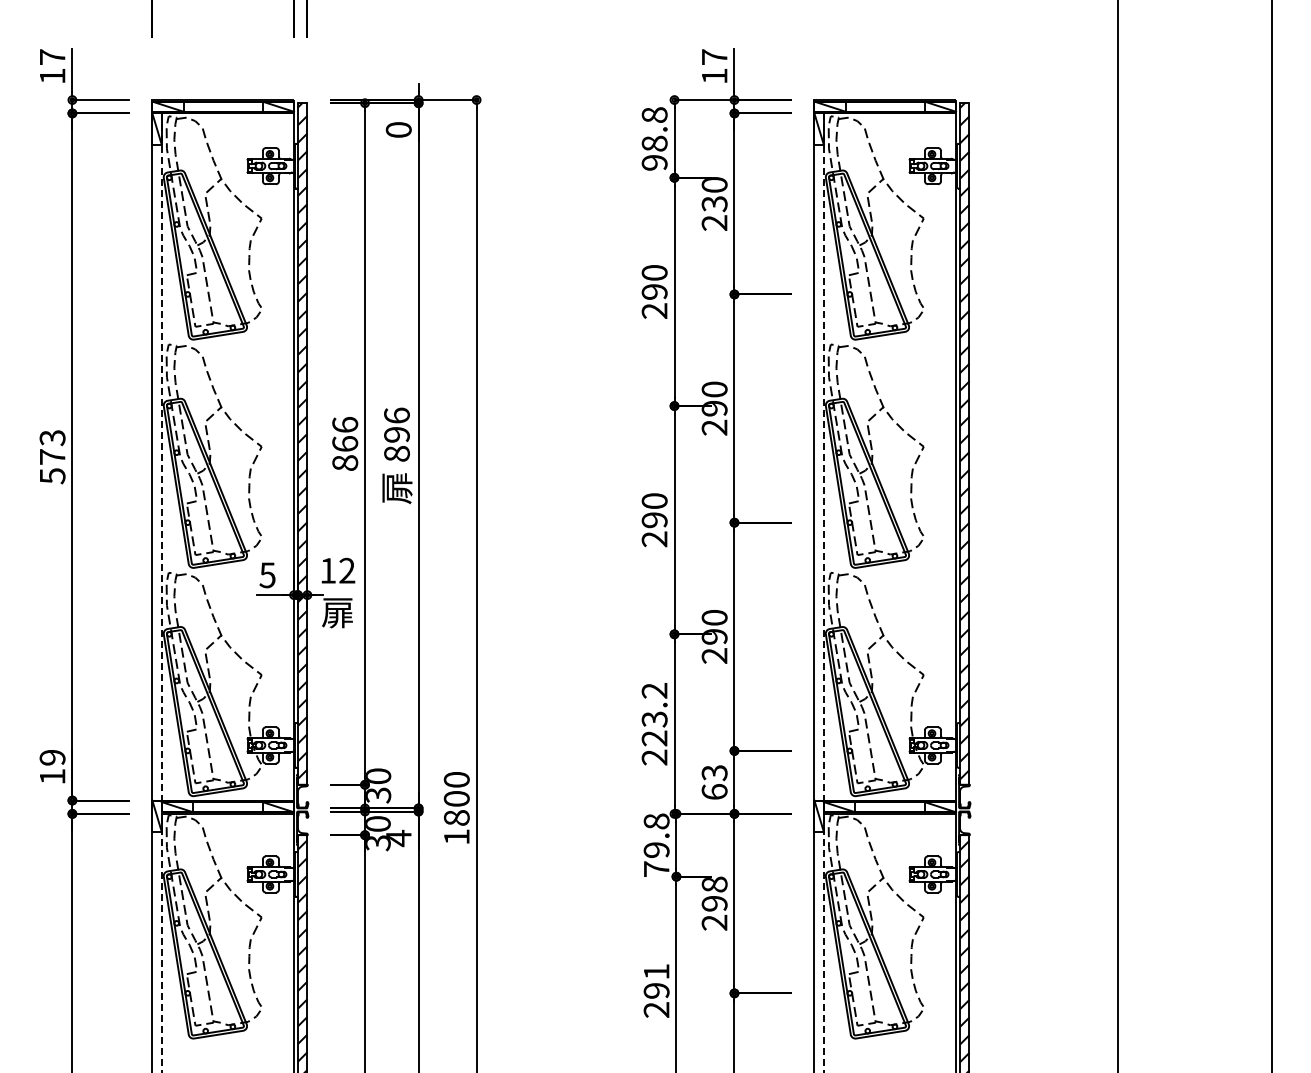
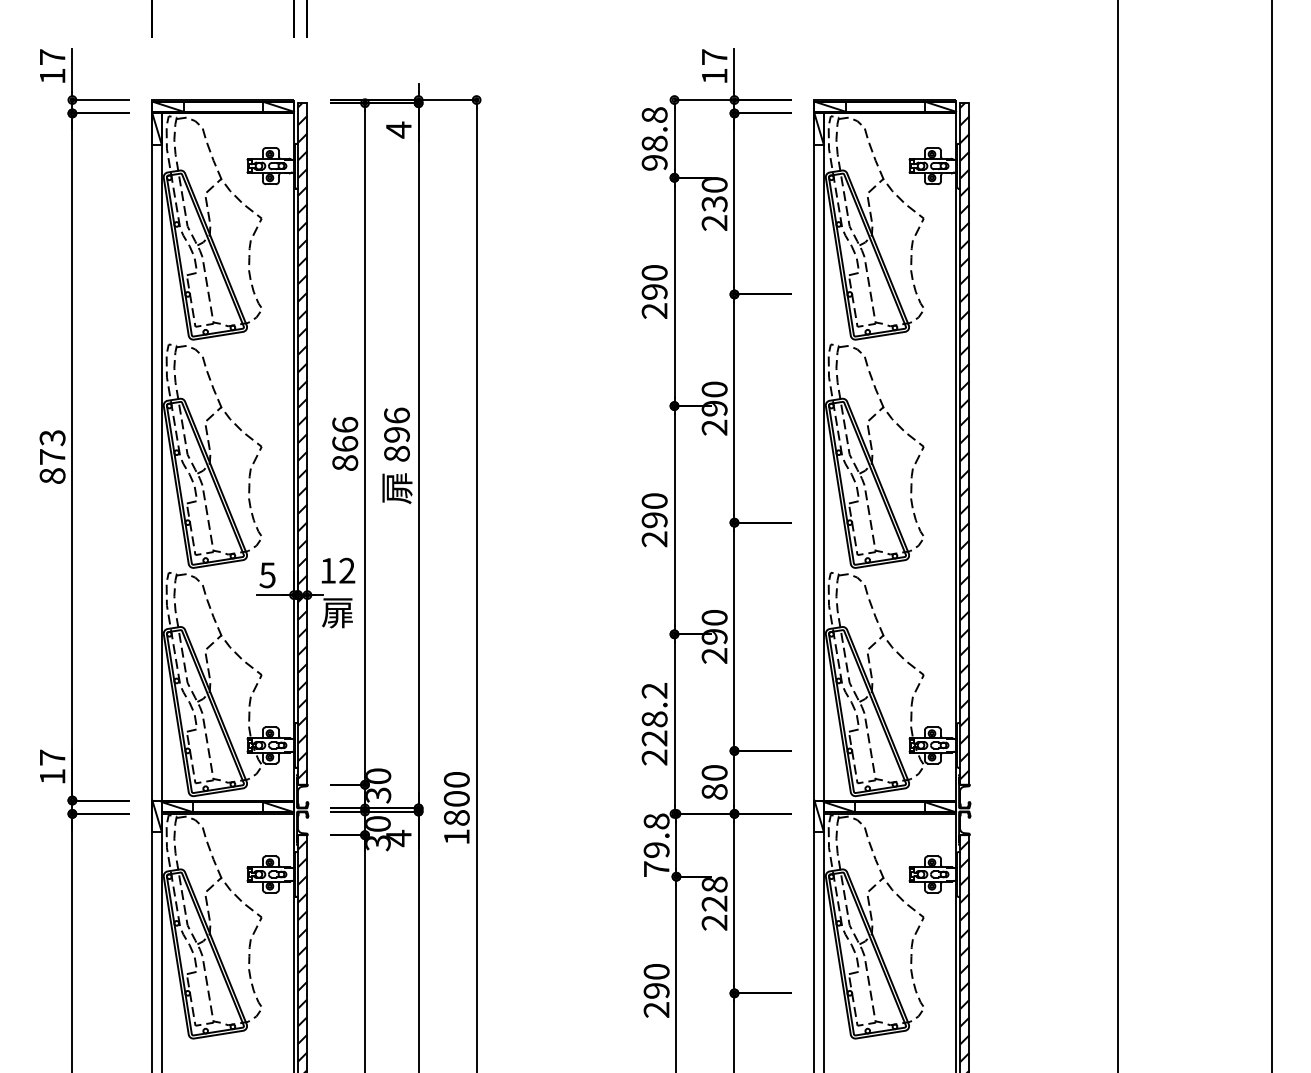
text at (398, 129): 0 -> 4
text at (52, 476): 573 -> 873
line at (161, 593): dashed -> solid
line at (823, 593): dashed -> solid
text at (654, 719): 223.2 -> 228.2
text at (52, 757): 19 -> 17
text at (714, 782): 63 -> 80
text at (714, 903): 298 -> 228
text at (656, 971): 291 -> 290
